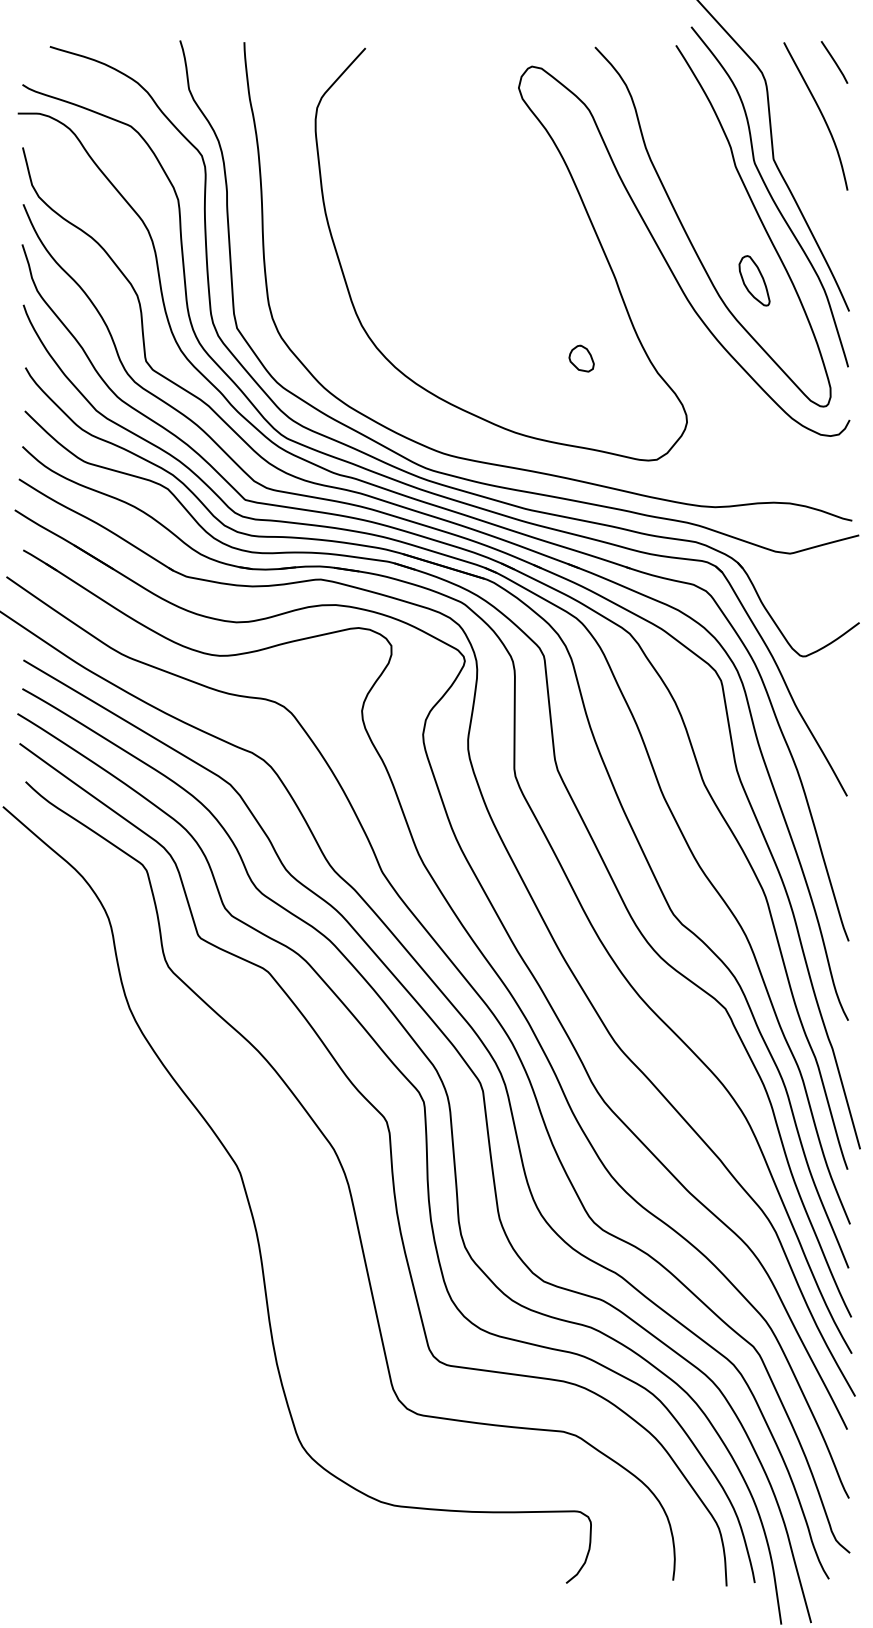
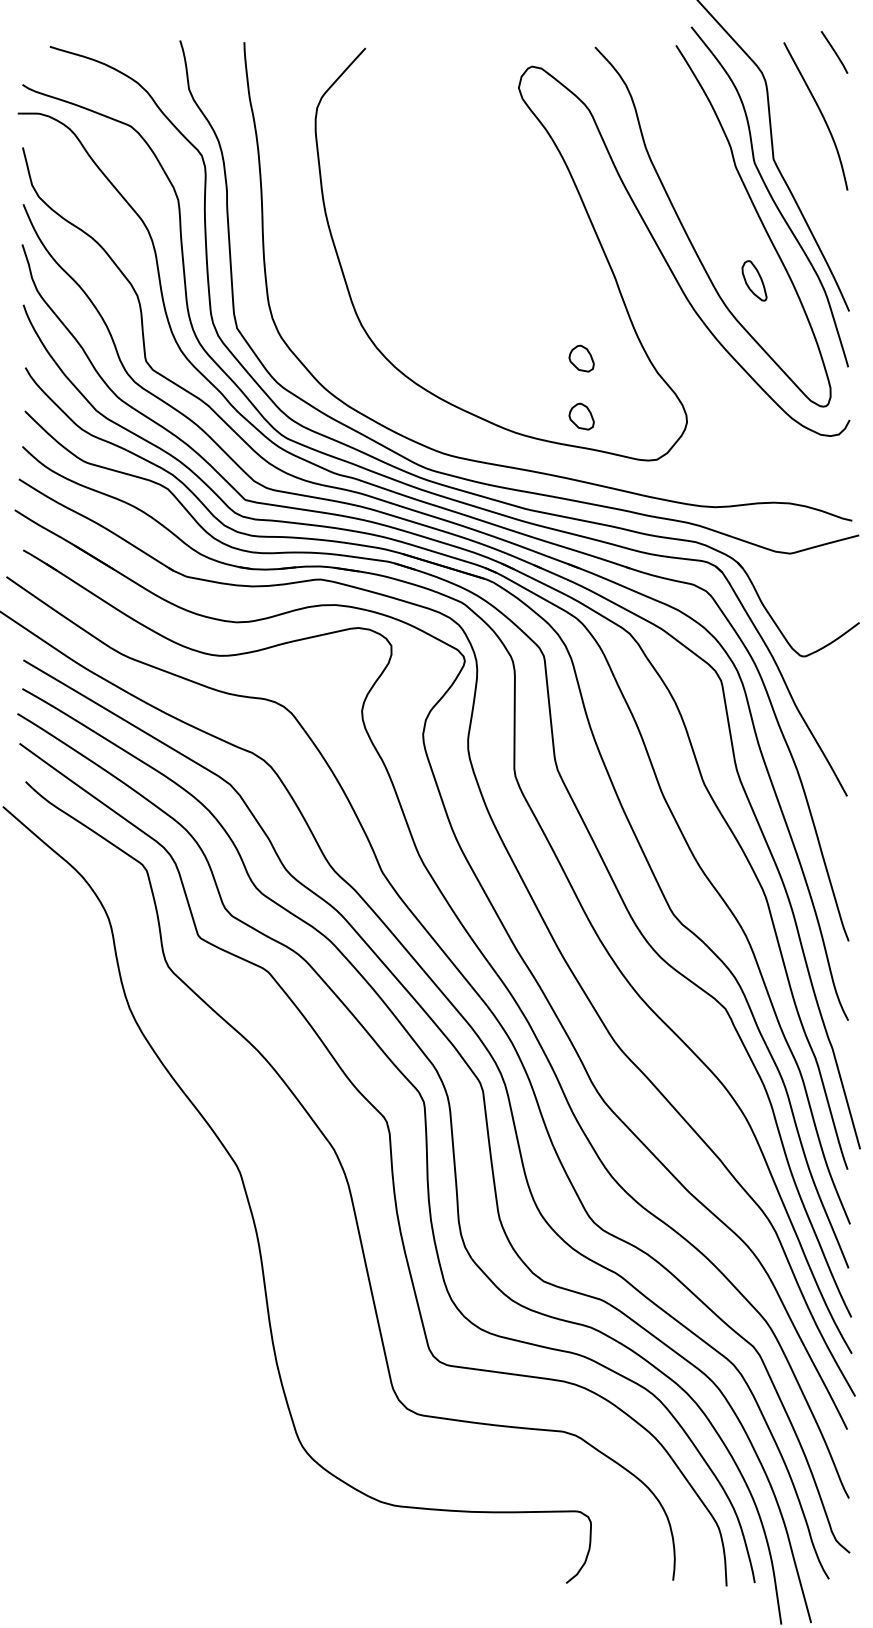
line at (834, 62) position: (834, 62) -> (834, 52)
part at (754, 280) size: 33x52 px -> 27x42 px
part at (581, 416): none -> present
